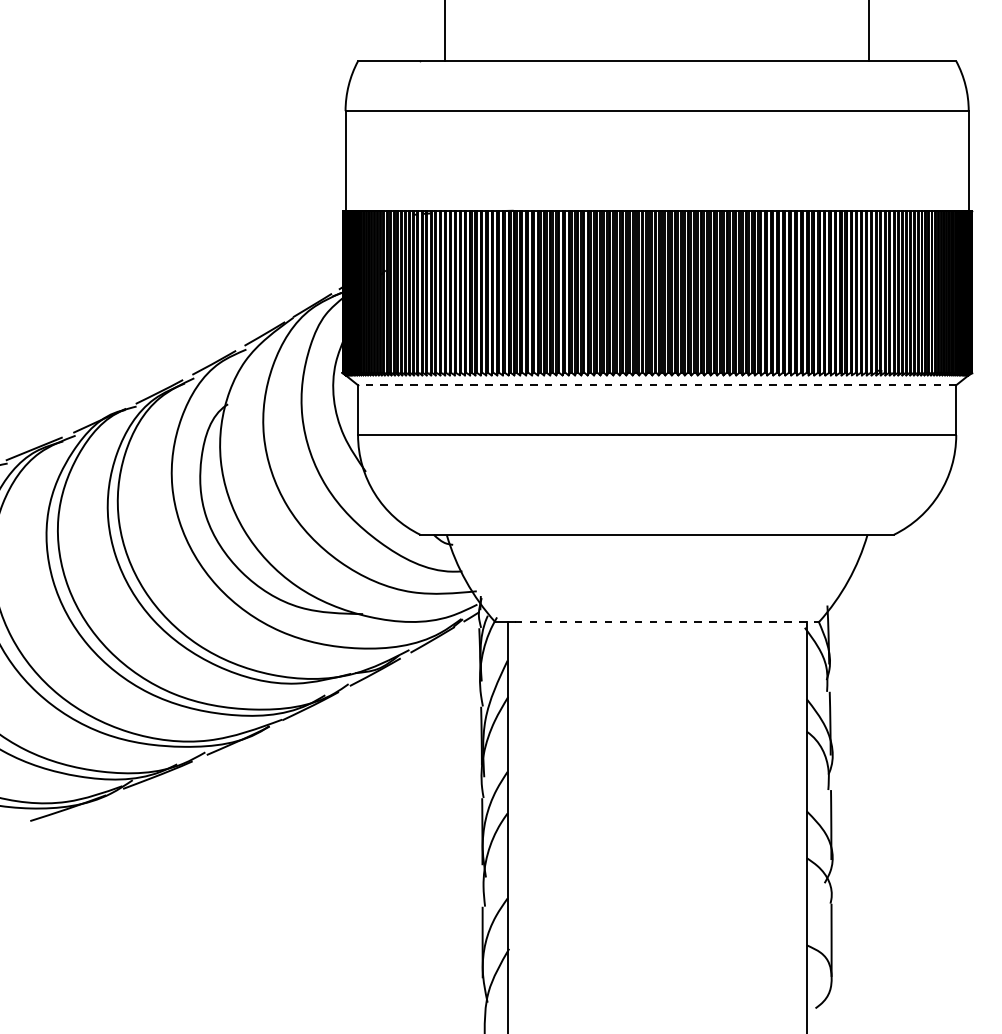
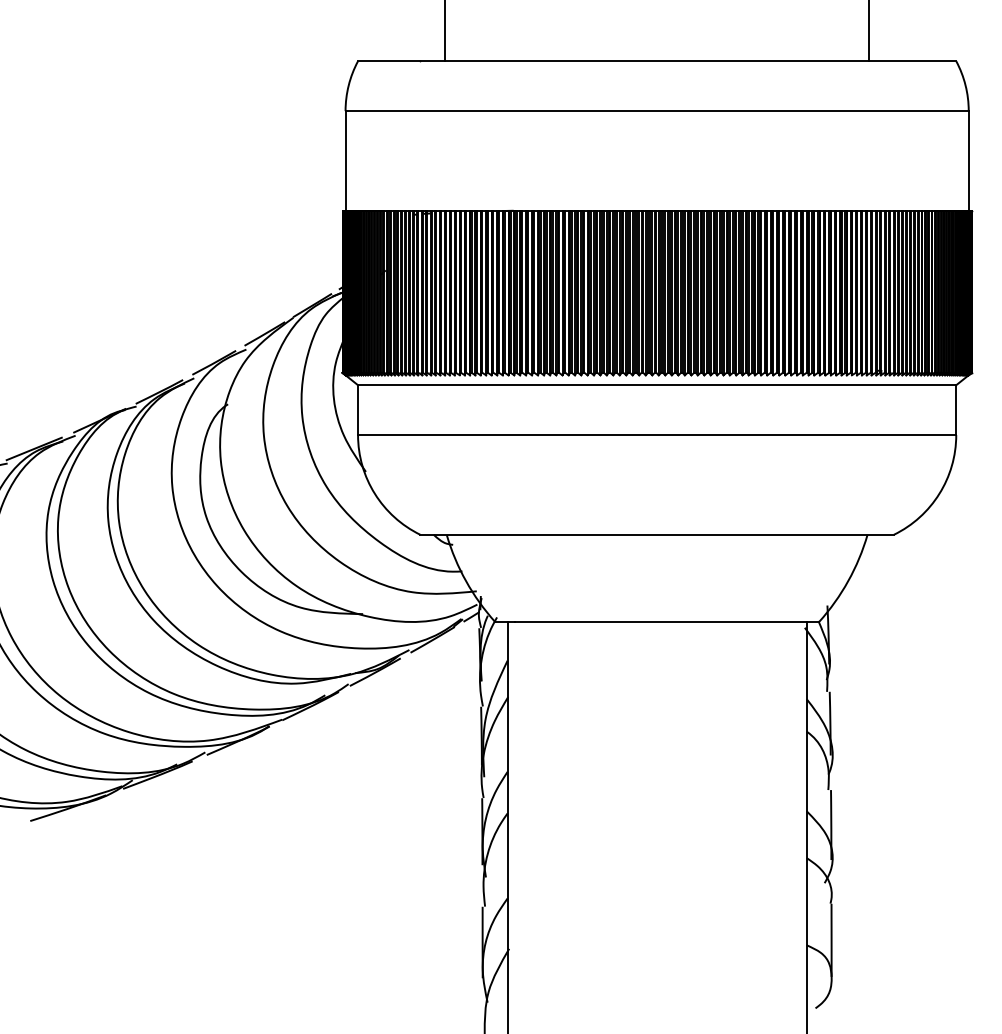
line at (656, 385): dashed -> solid
line at (667, 622): dashed -> solid
